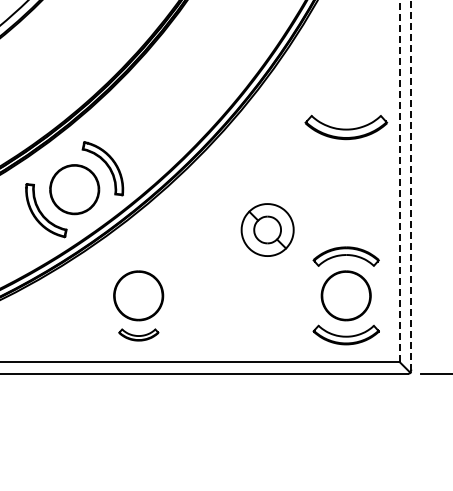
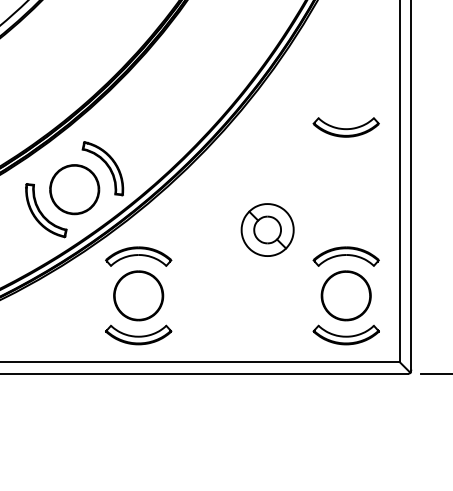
part at (346, 127) size: 85x27 px -> 68x21 px
line at (399, 181): dashed -> solid
line at (411, 185): dashed -> solid
part at (138, 256): none -> present
part at (138, 334) size: 42x14 px -> 68x22 px
